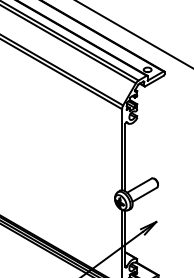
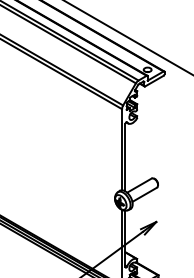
line at (134, 34) position: (134, 34) -> (128, 37)
